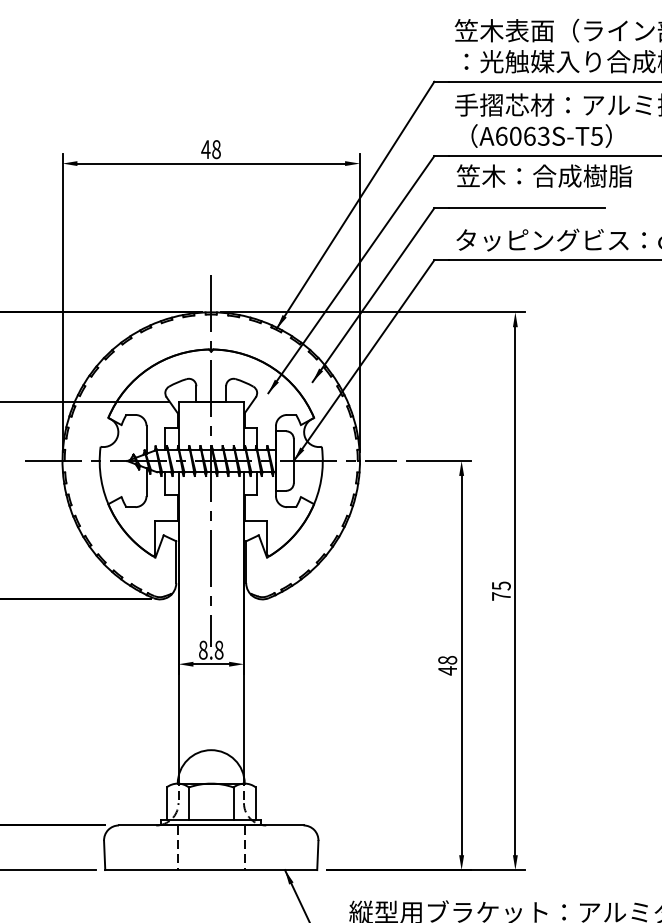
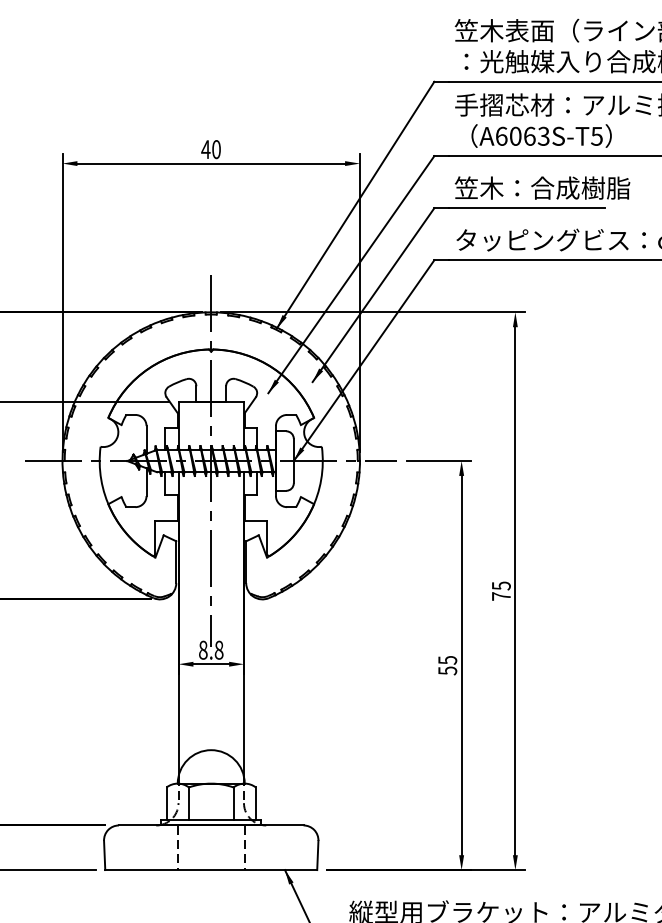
text at (216, 149): 48 -> 40
text at (544, 175) position: (544, 175) -> (542, 187)
text at (447, 665): 48 -> 55
